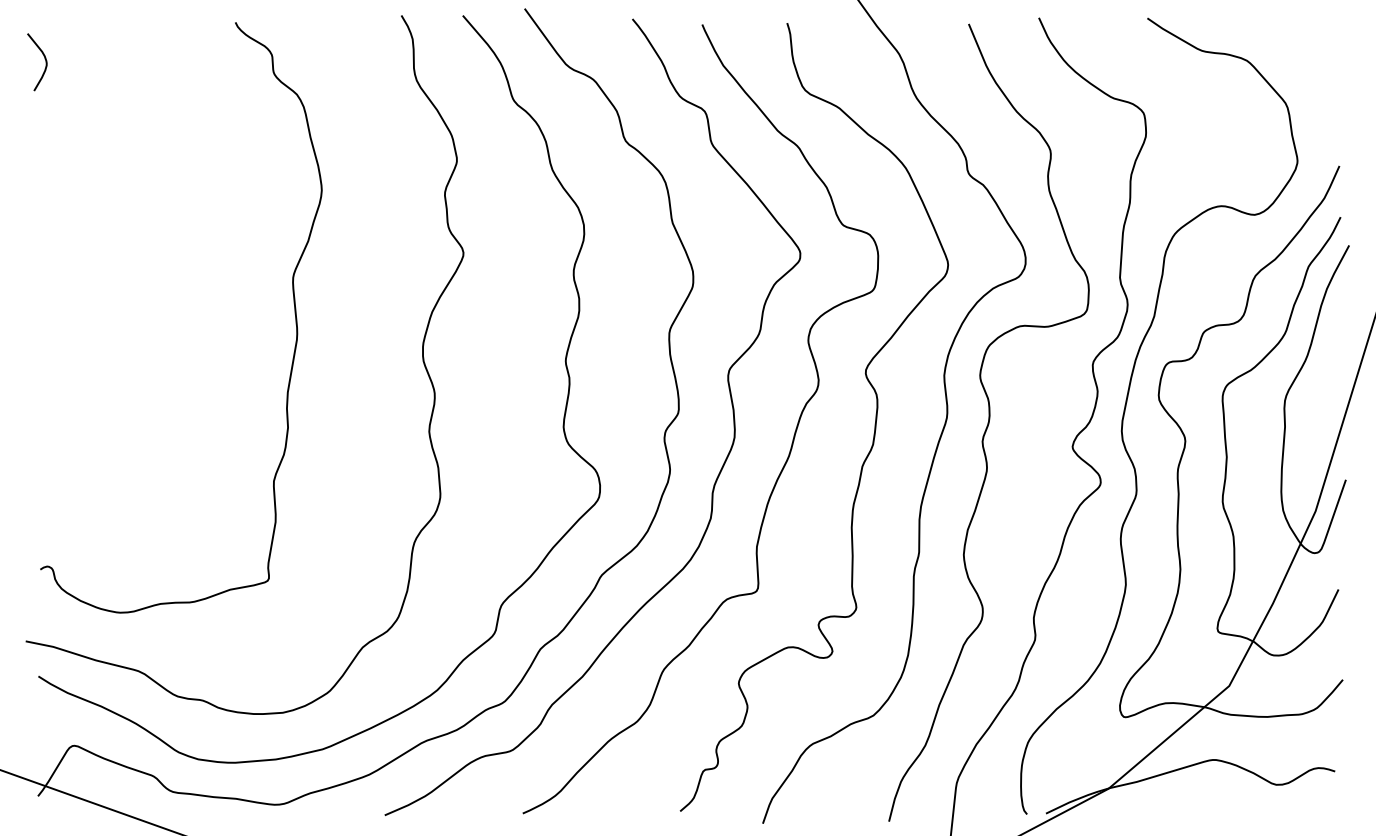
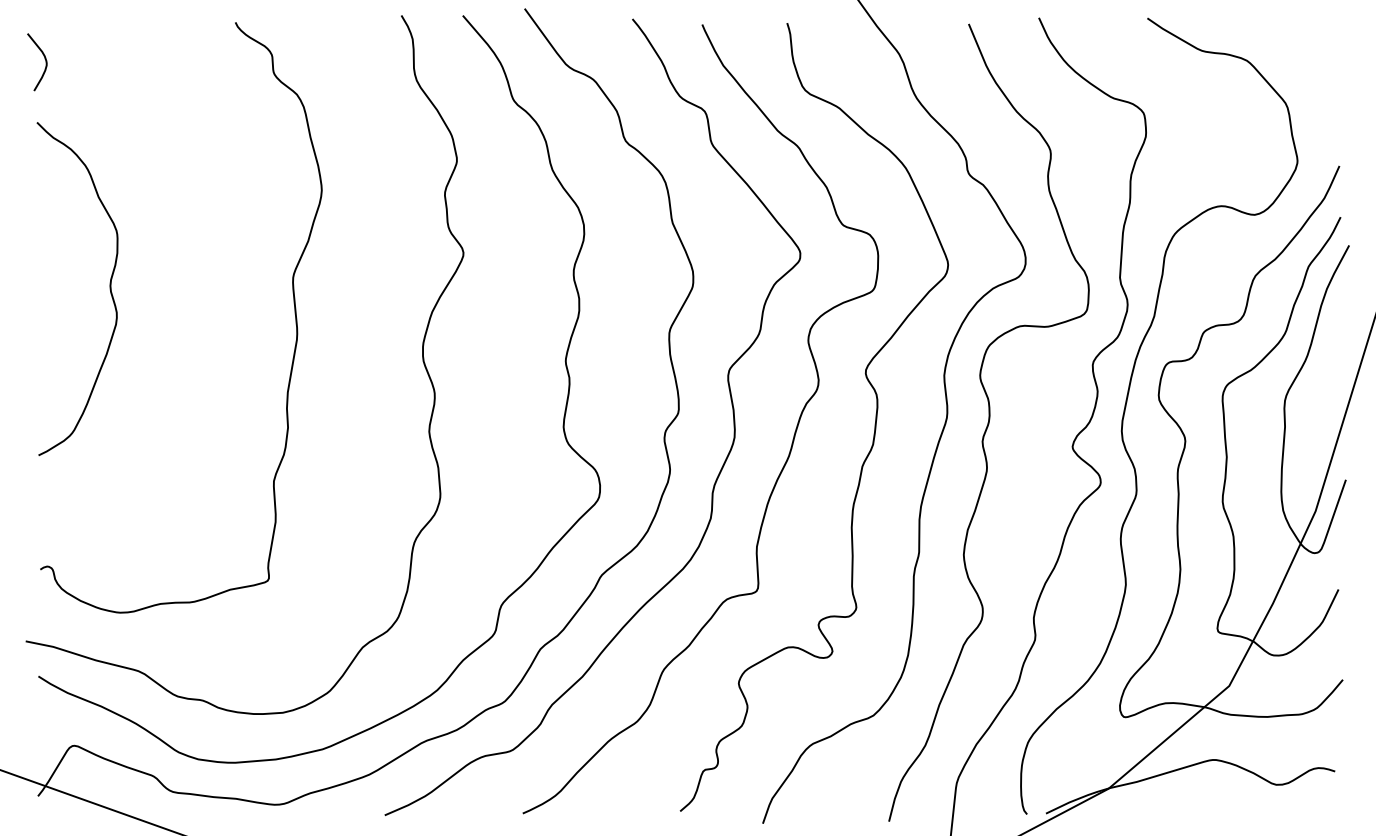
curve at (109, 289): none -> present
